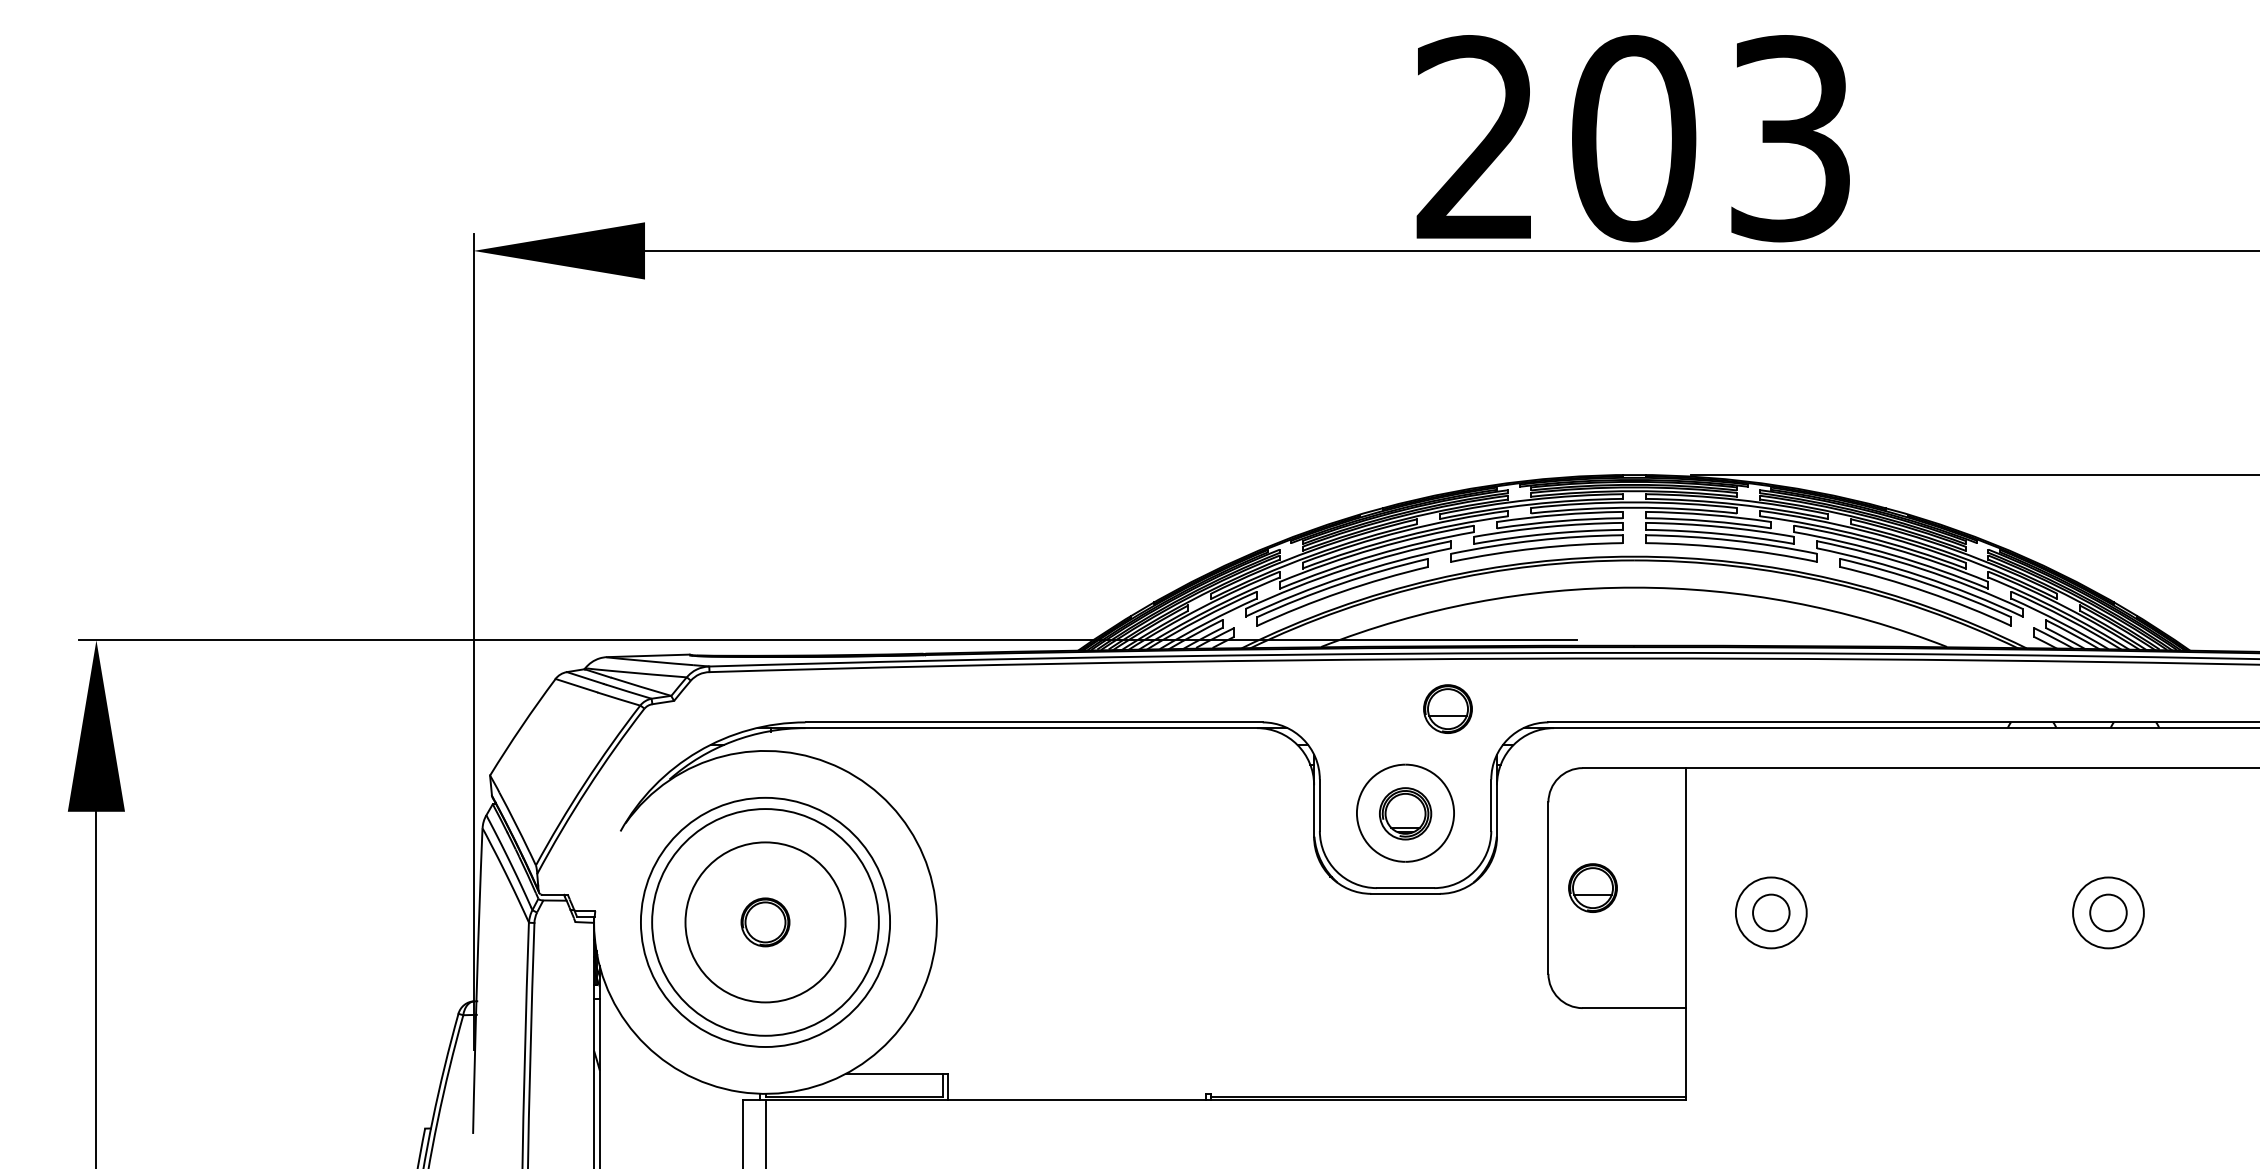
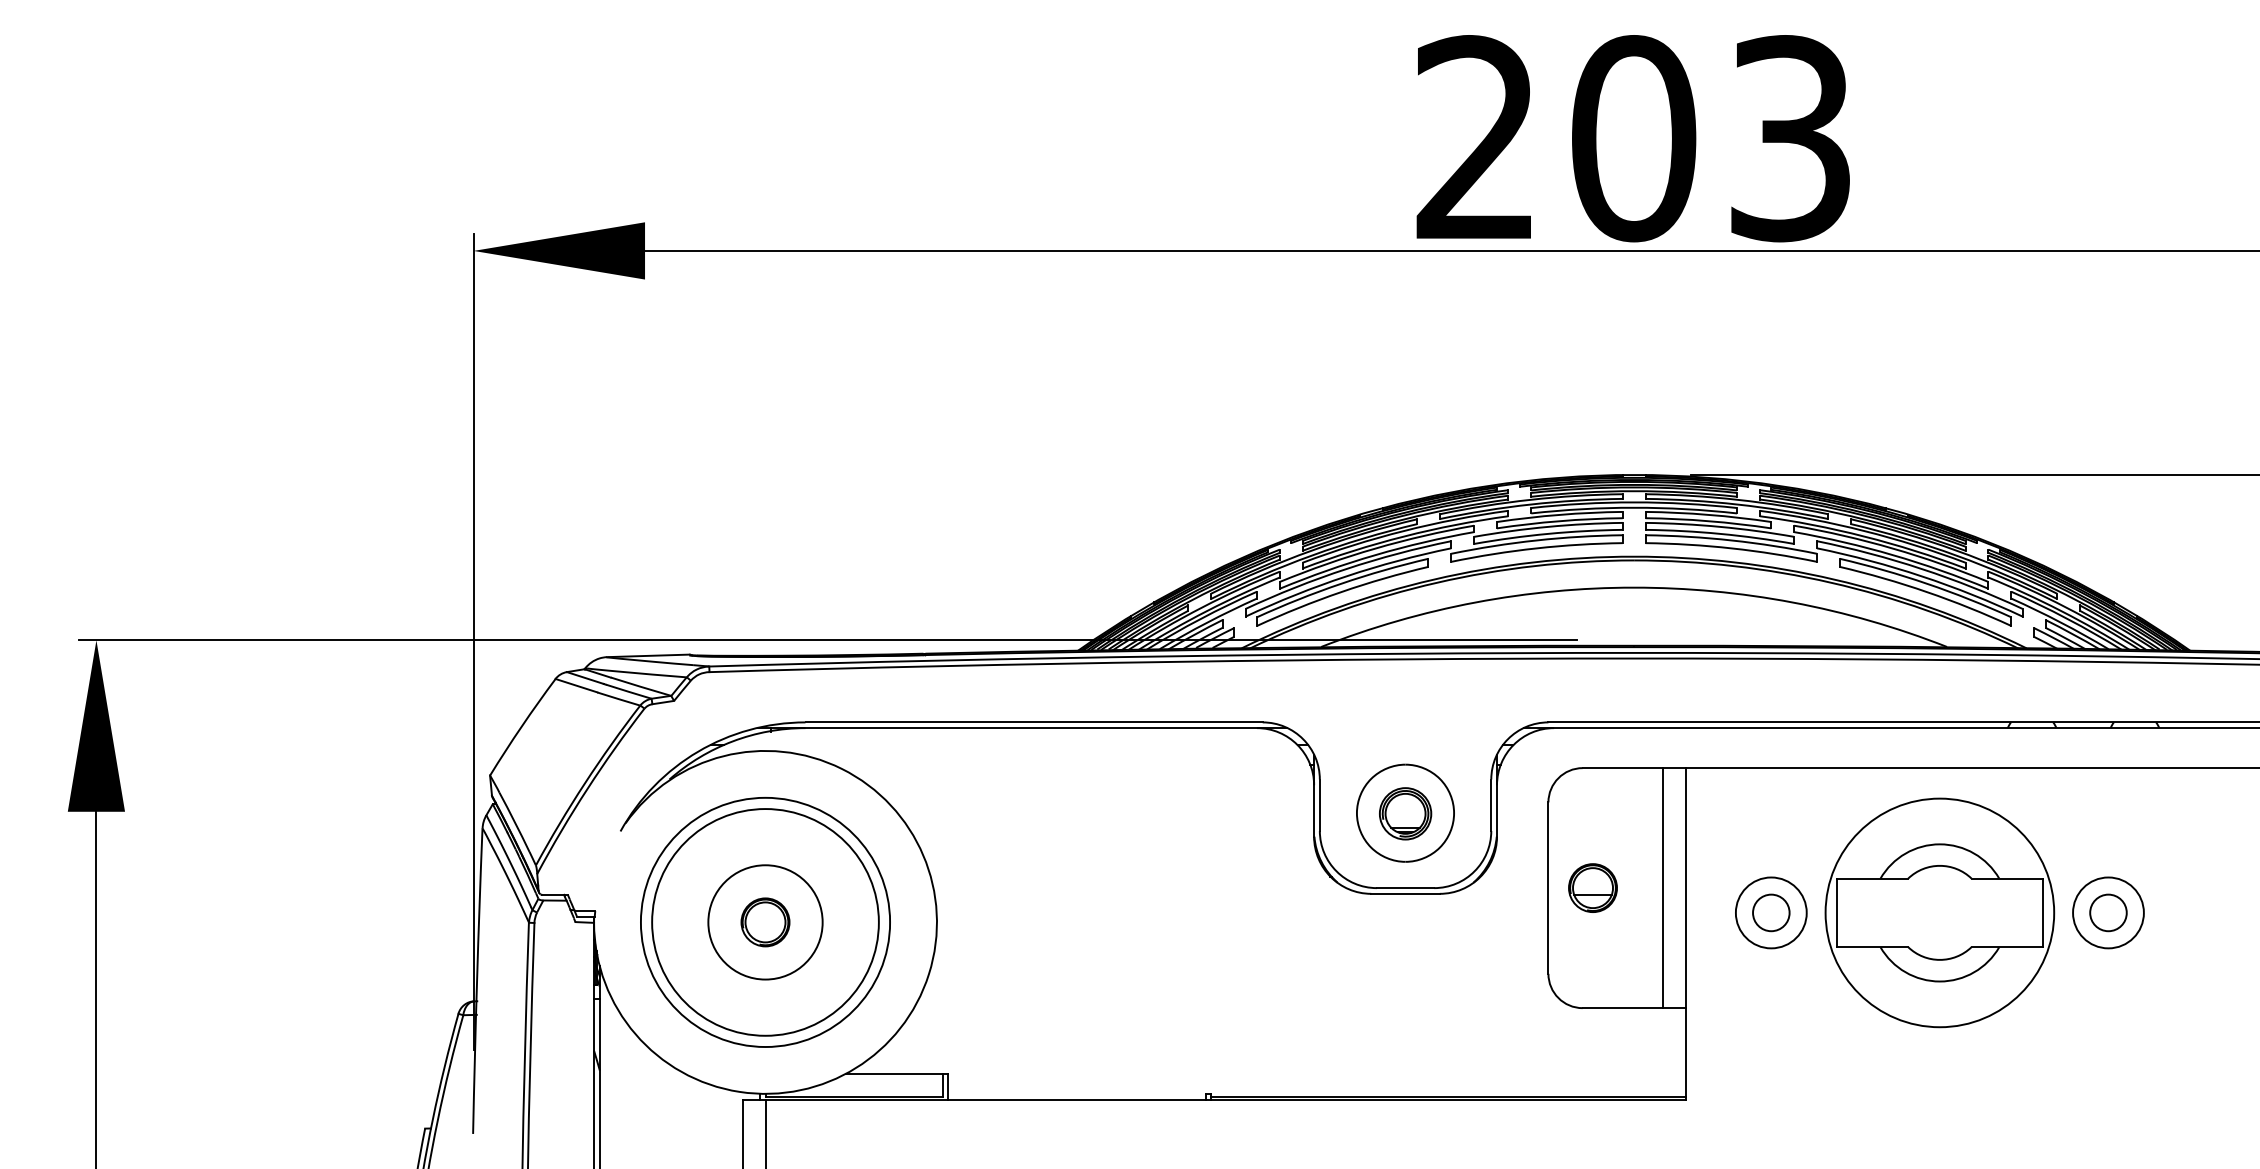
part at (1447, 708): present -> none
line at (1662, 888): none -> present
part at (1939, 912): none -> present
circle at (765, 922) diameter: 160 px -> 114 px
